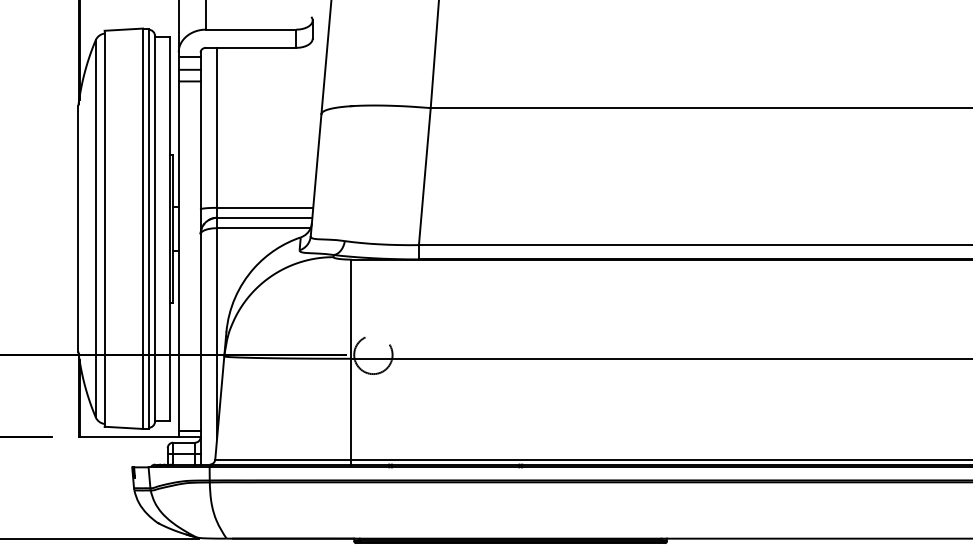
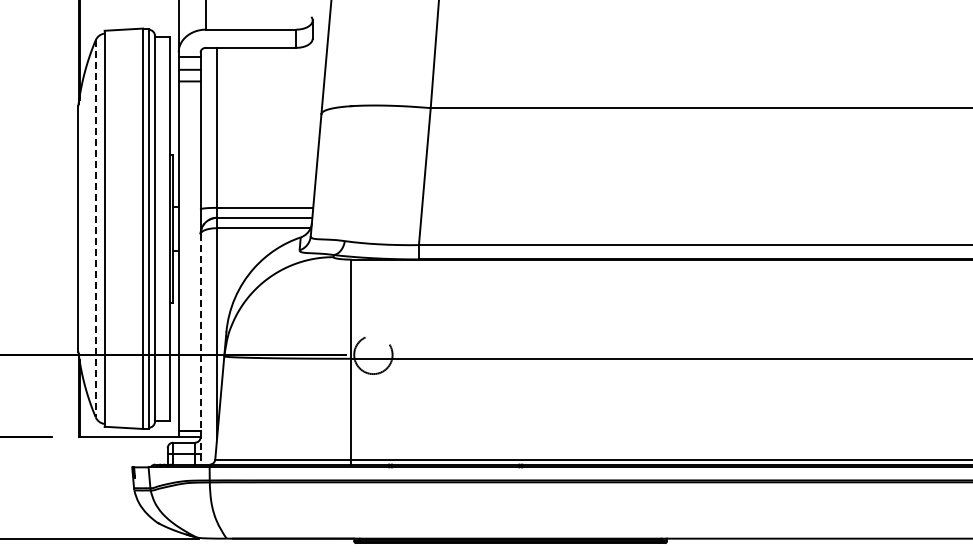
line at (95, 228): solid -> dashed
line at (200, 349): solid -> dashed
